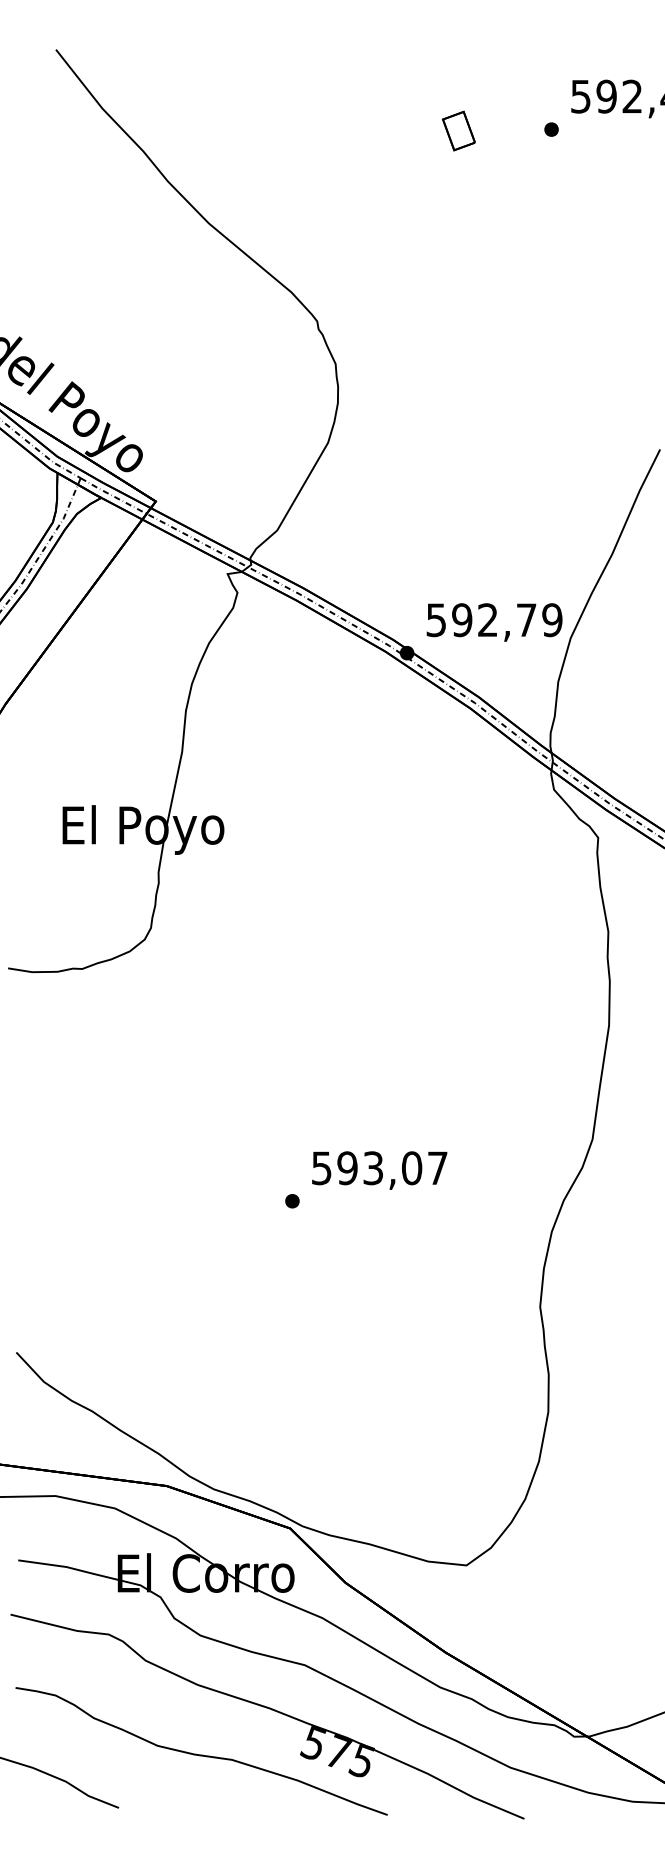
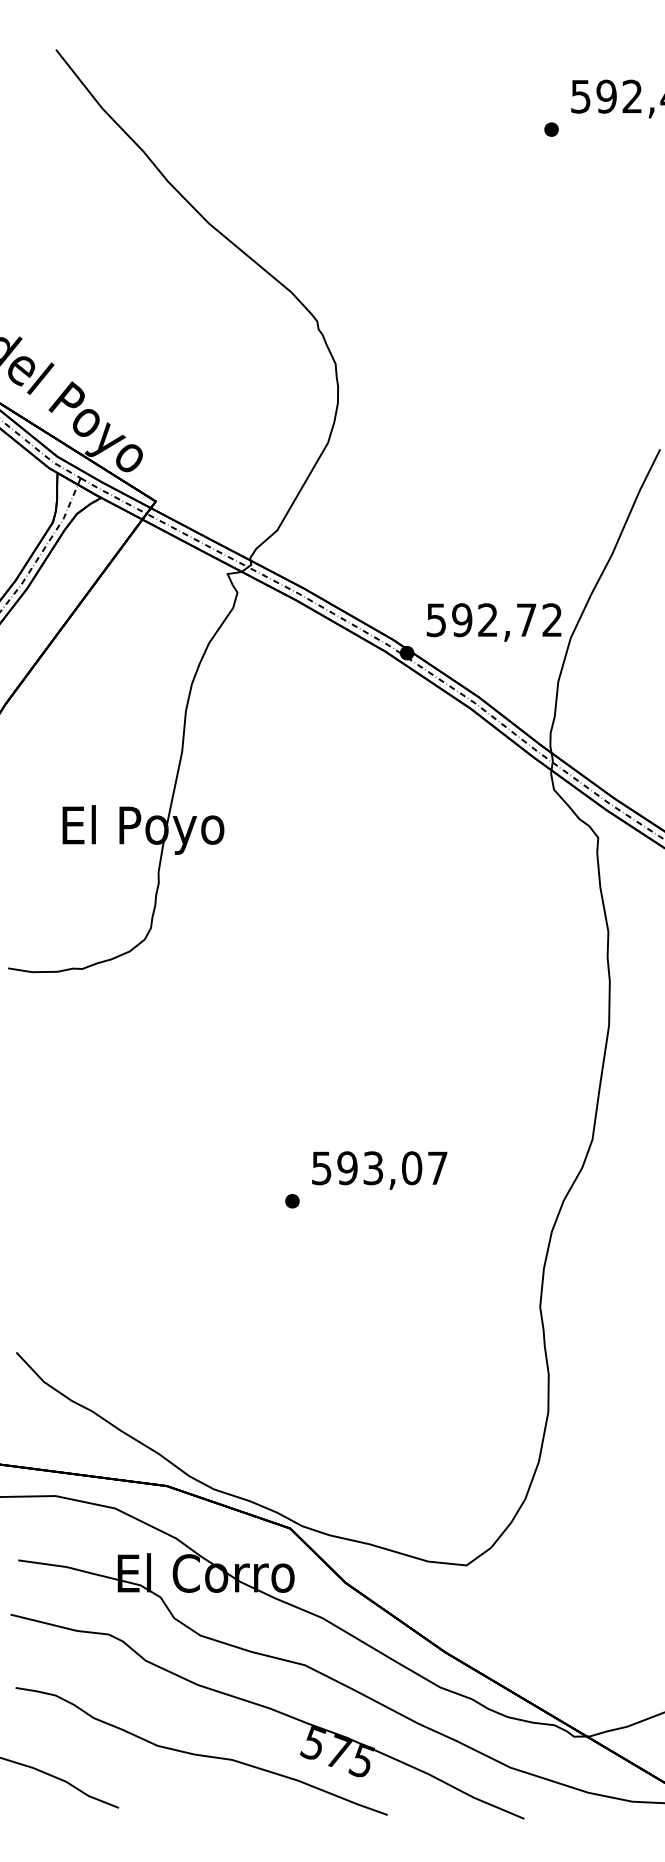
part at (458, 130): present -> none
text at (552, 620): 592,79 -> 592,72
